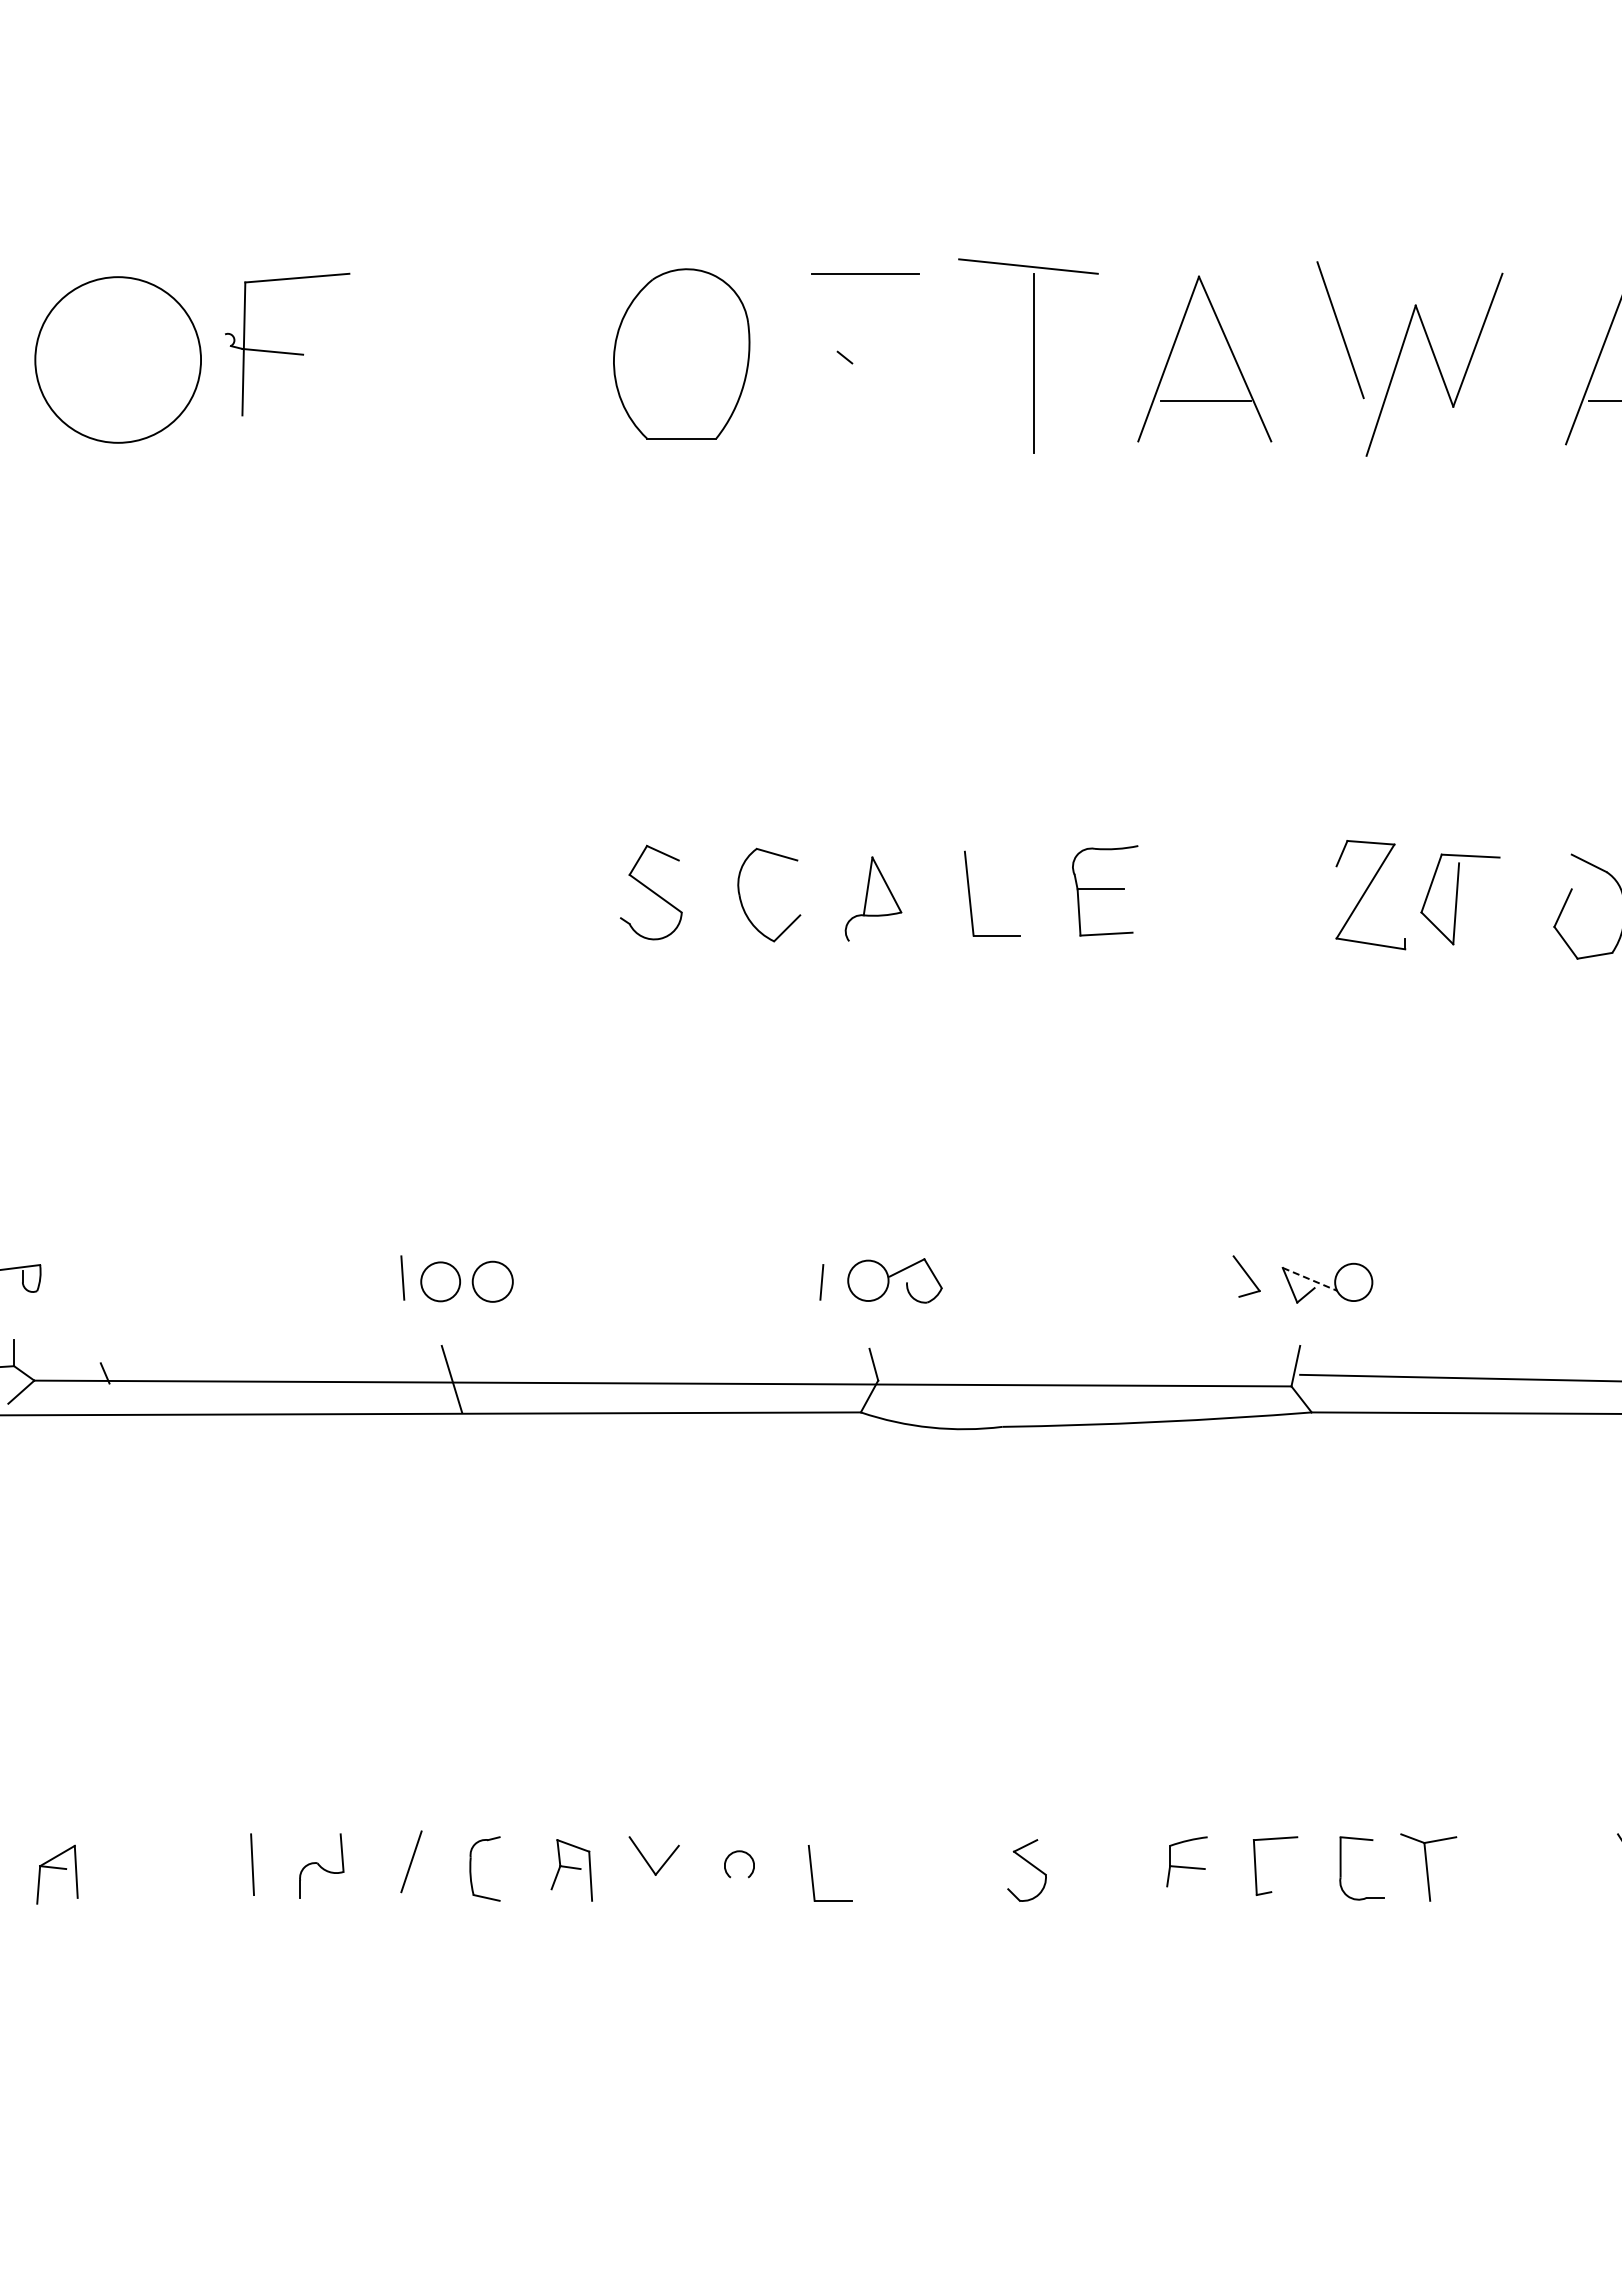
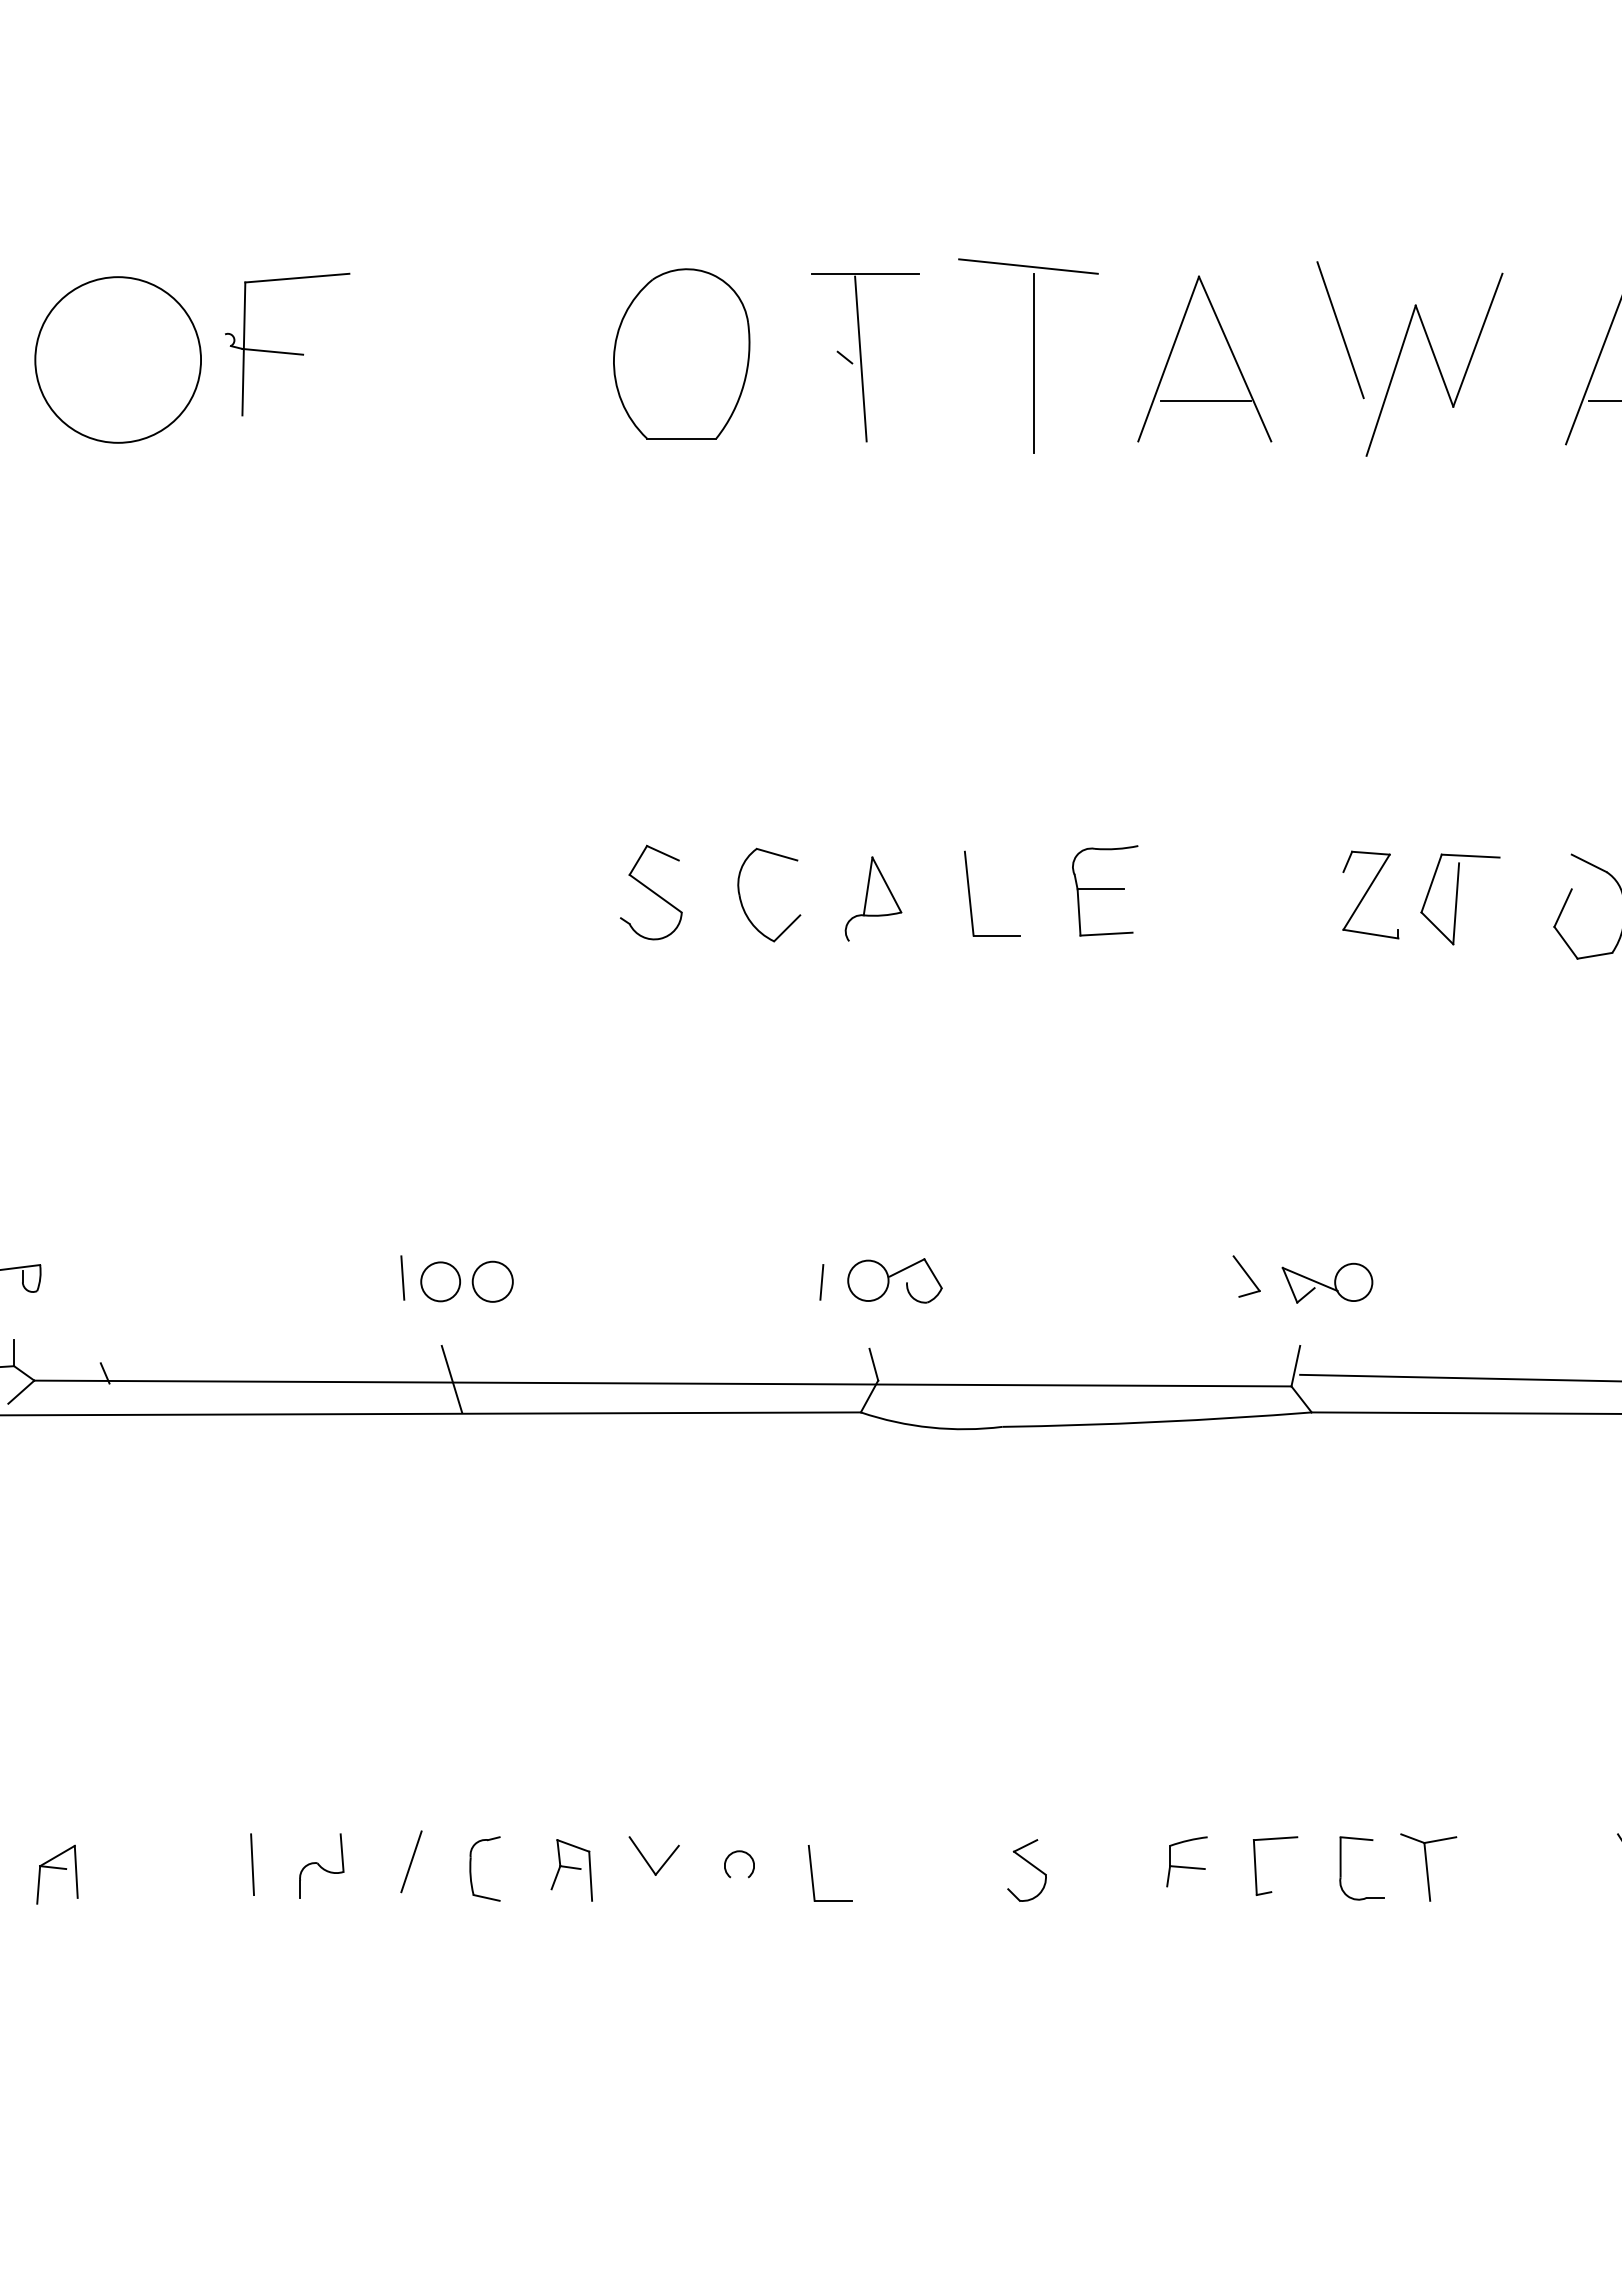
line at (860, 358): none -> present
part at (1370, 895) size: 72x111 px -> 58x90 px
line at (1310, 1279): dashed -> solid
